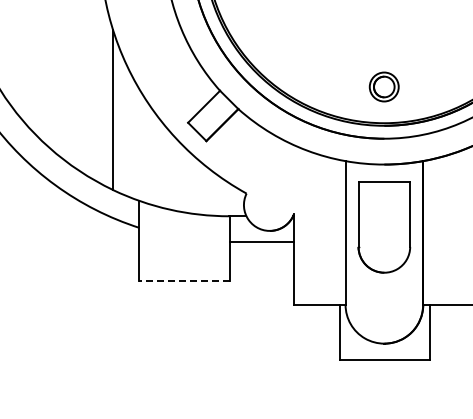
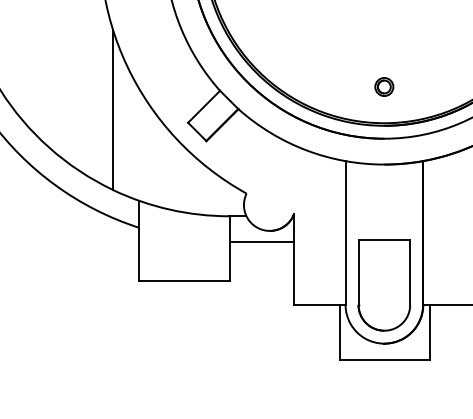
part at (383, 86) size: 32x32 px -> 21x20 px
part at (384, 227) position: (384, 227) -> (384, 285)
line at (184, 280): dashed -> solid
